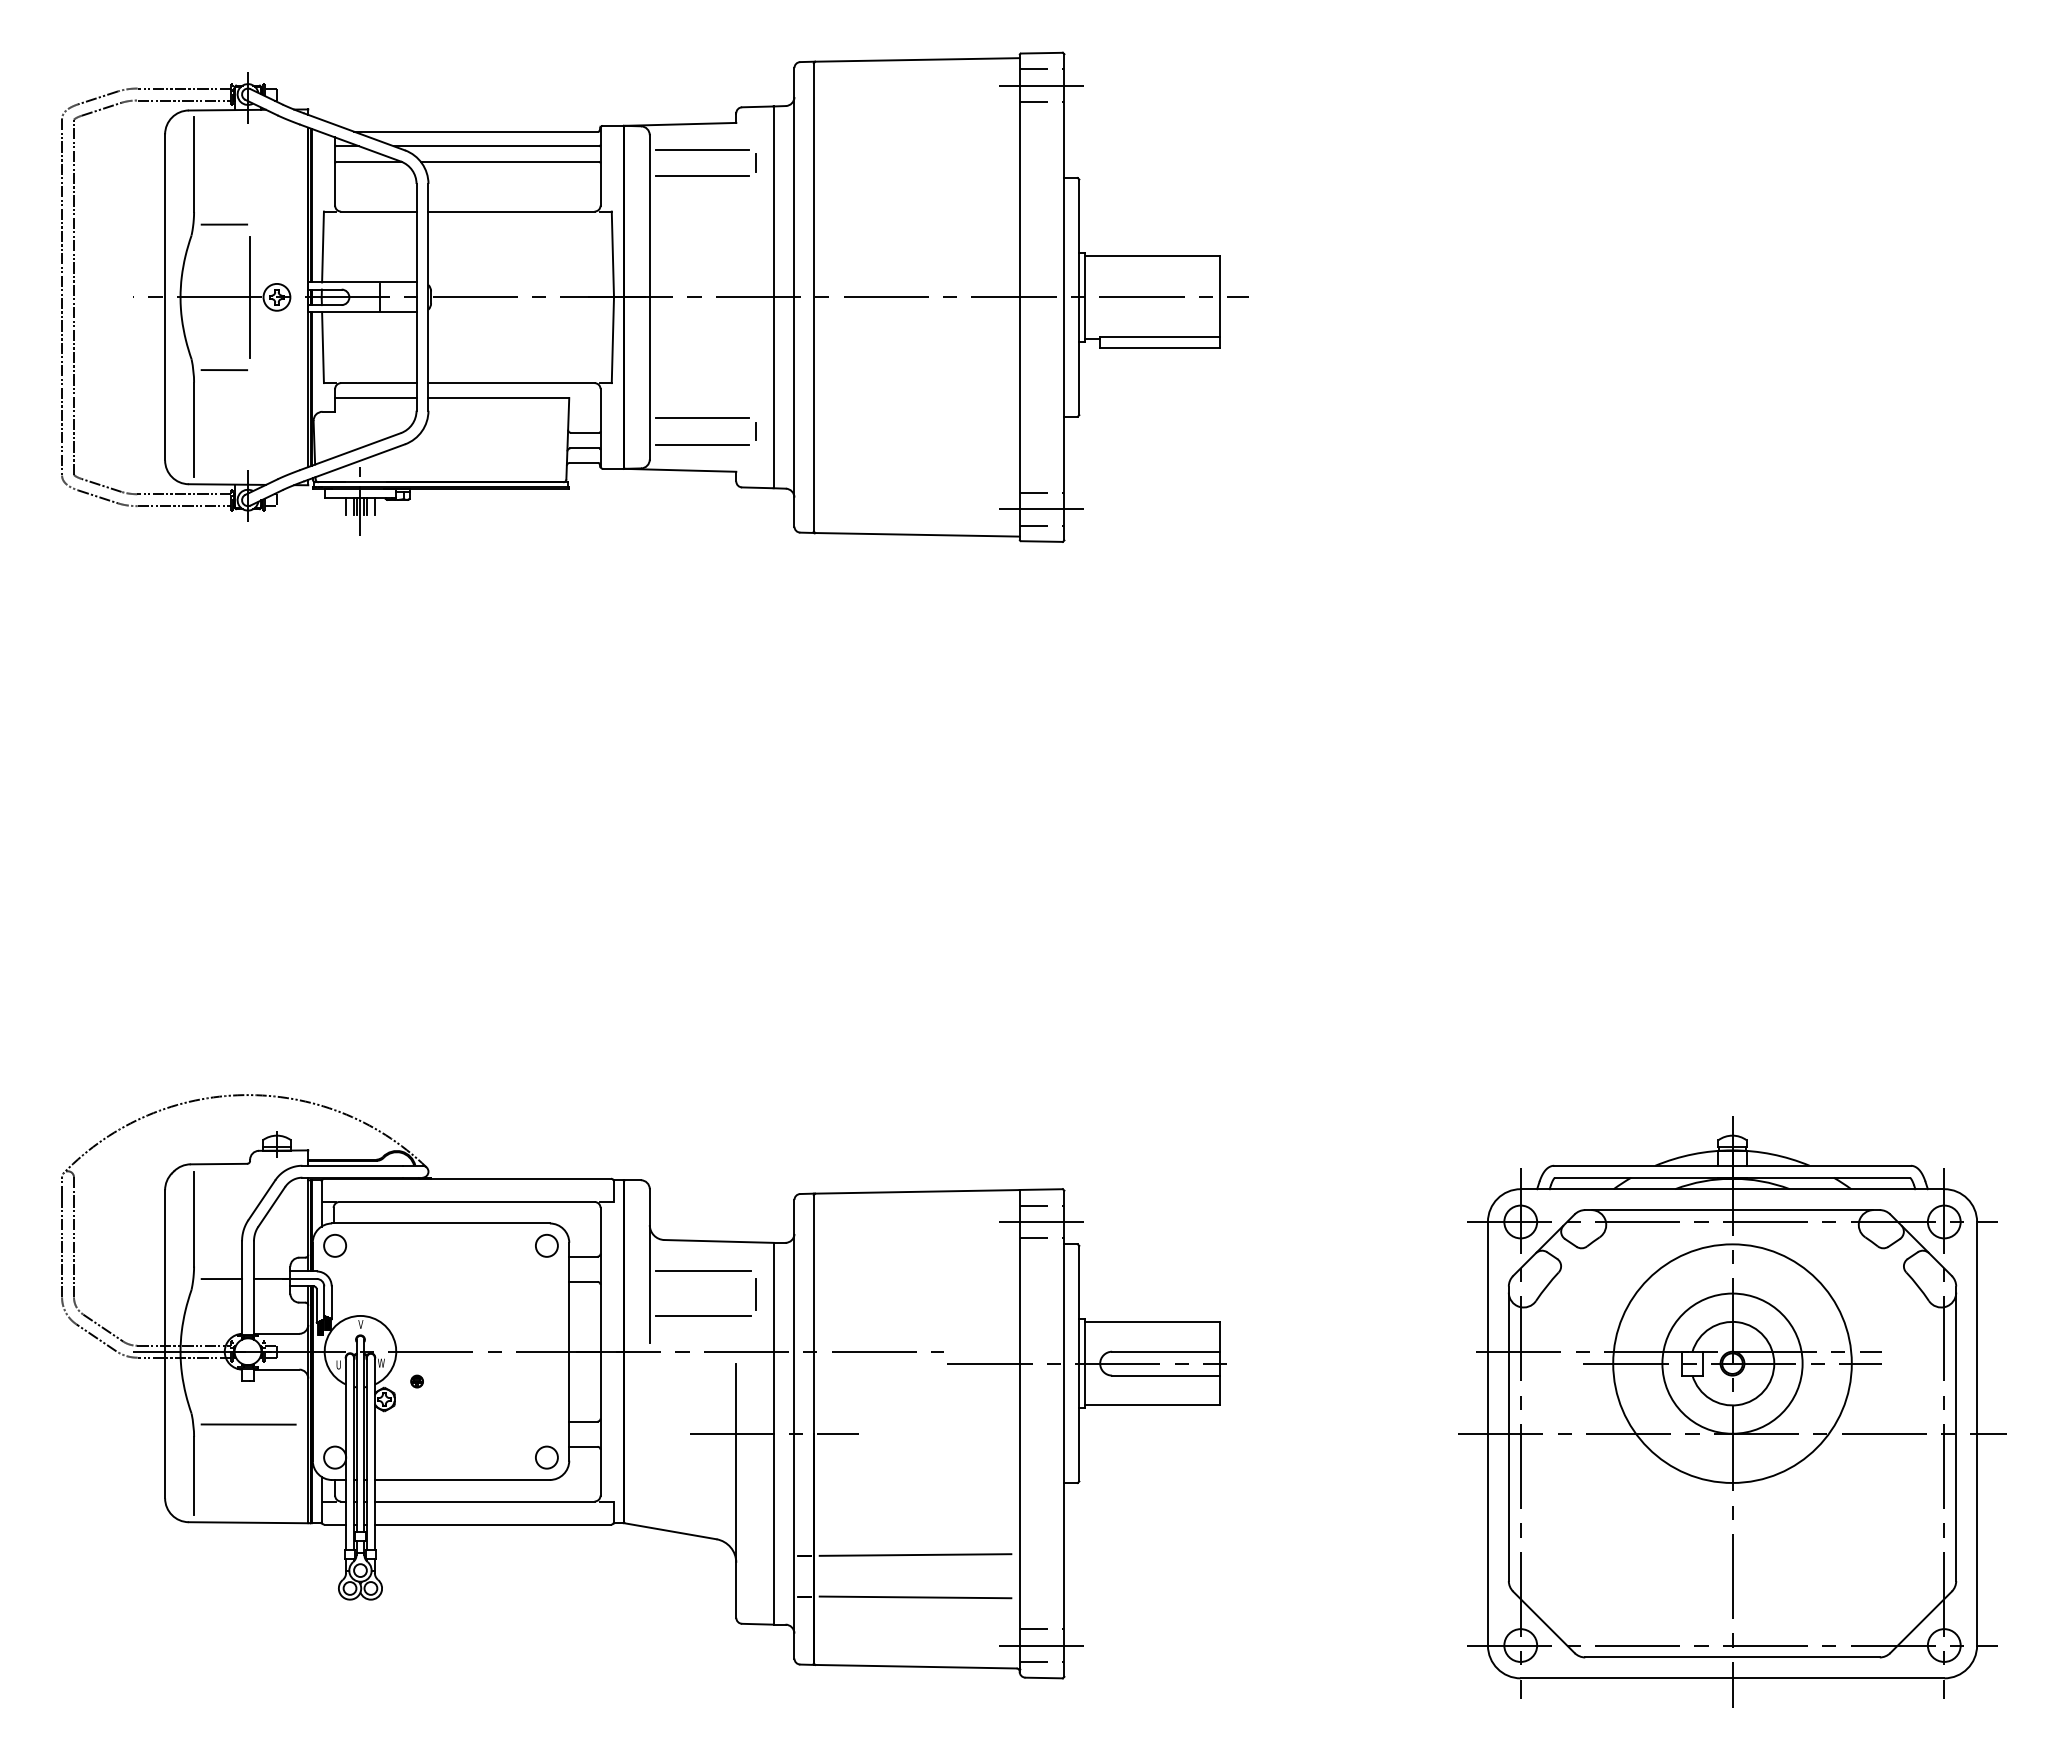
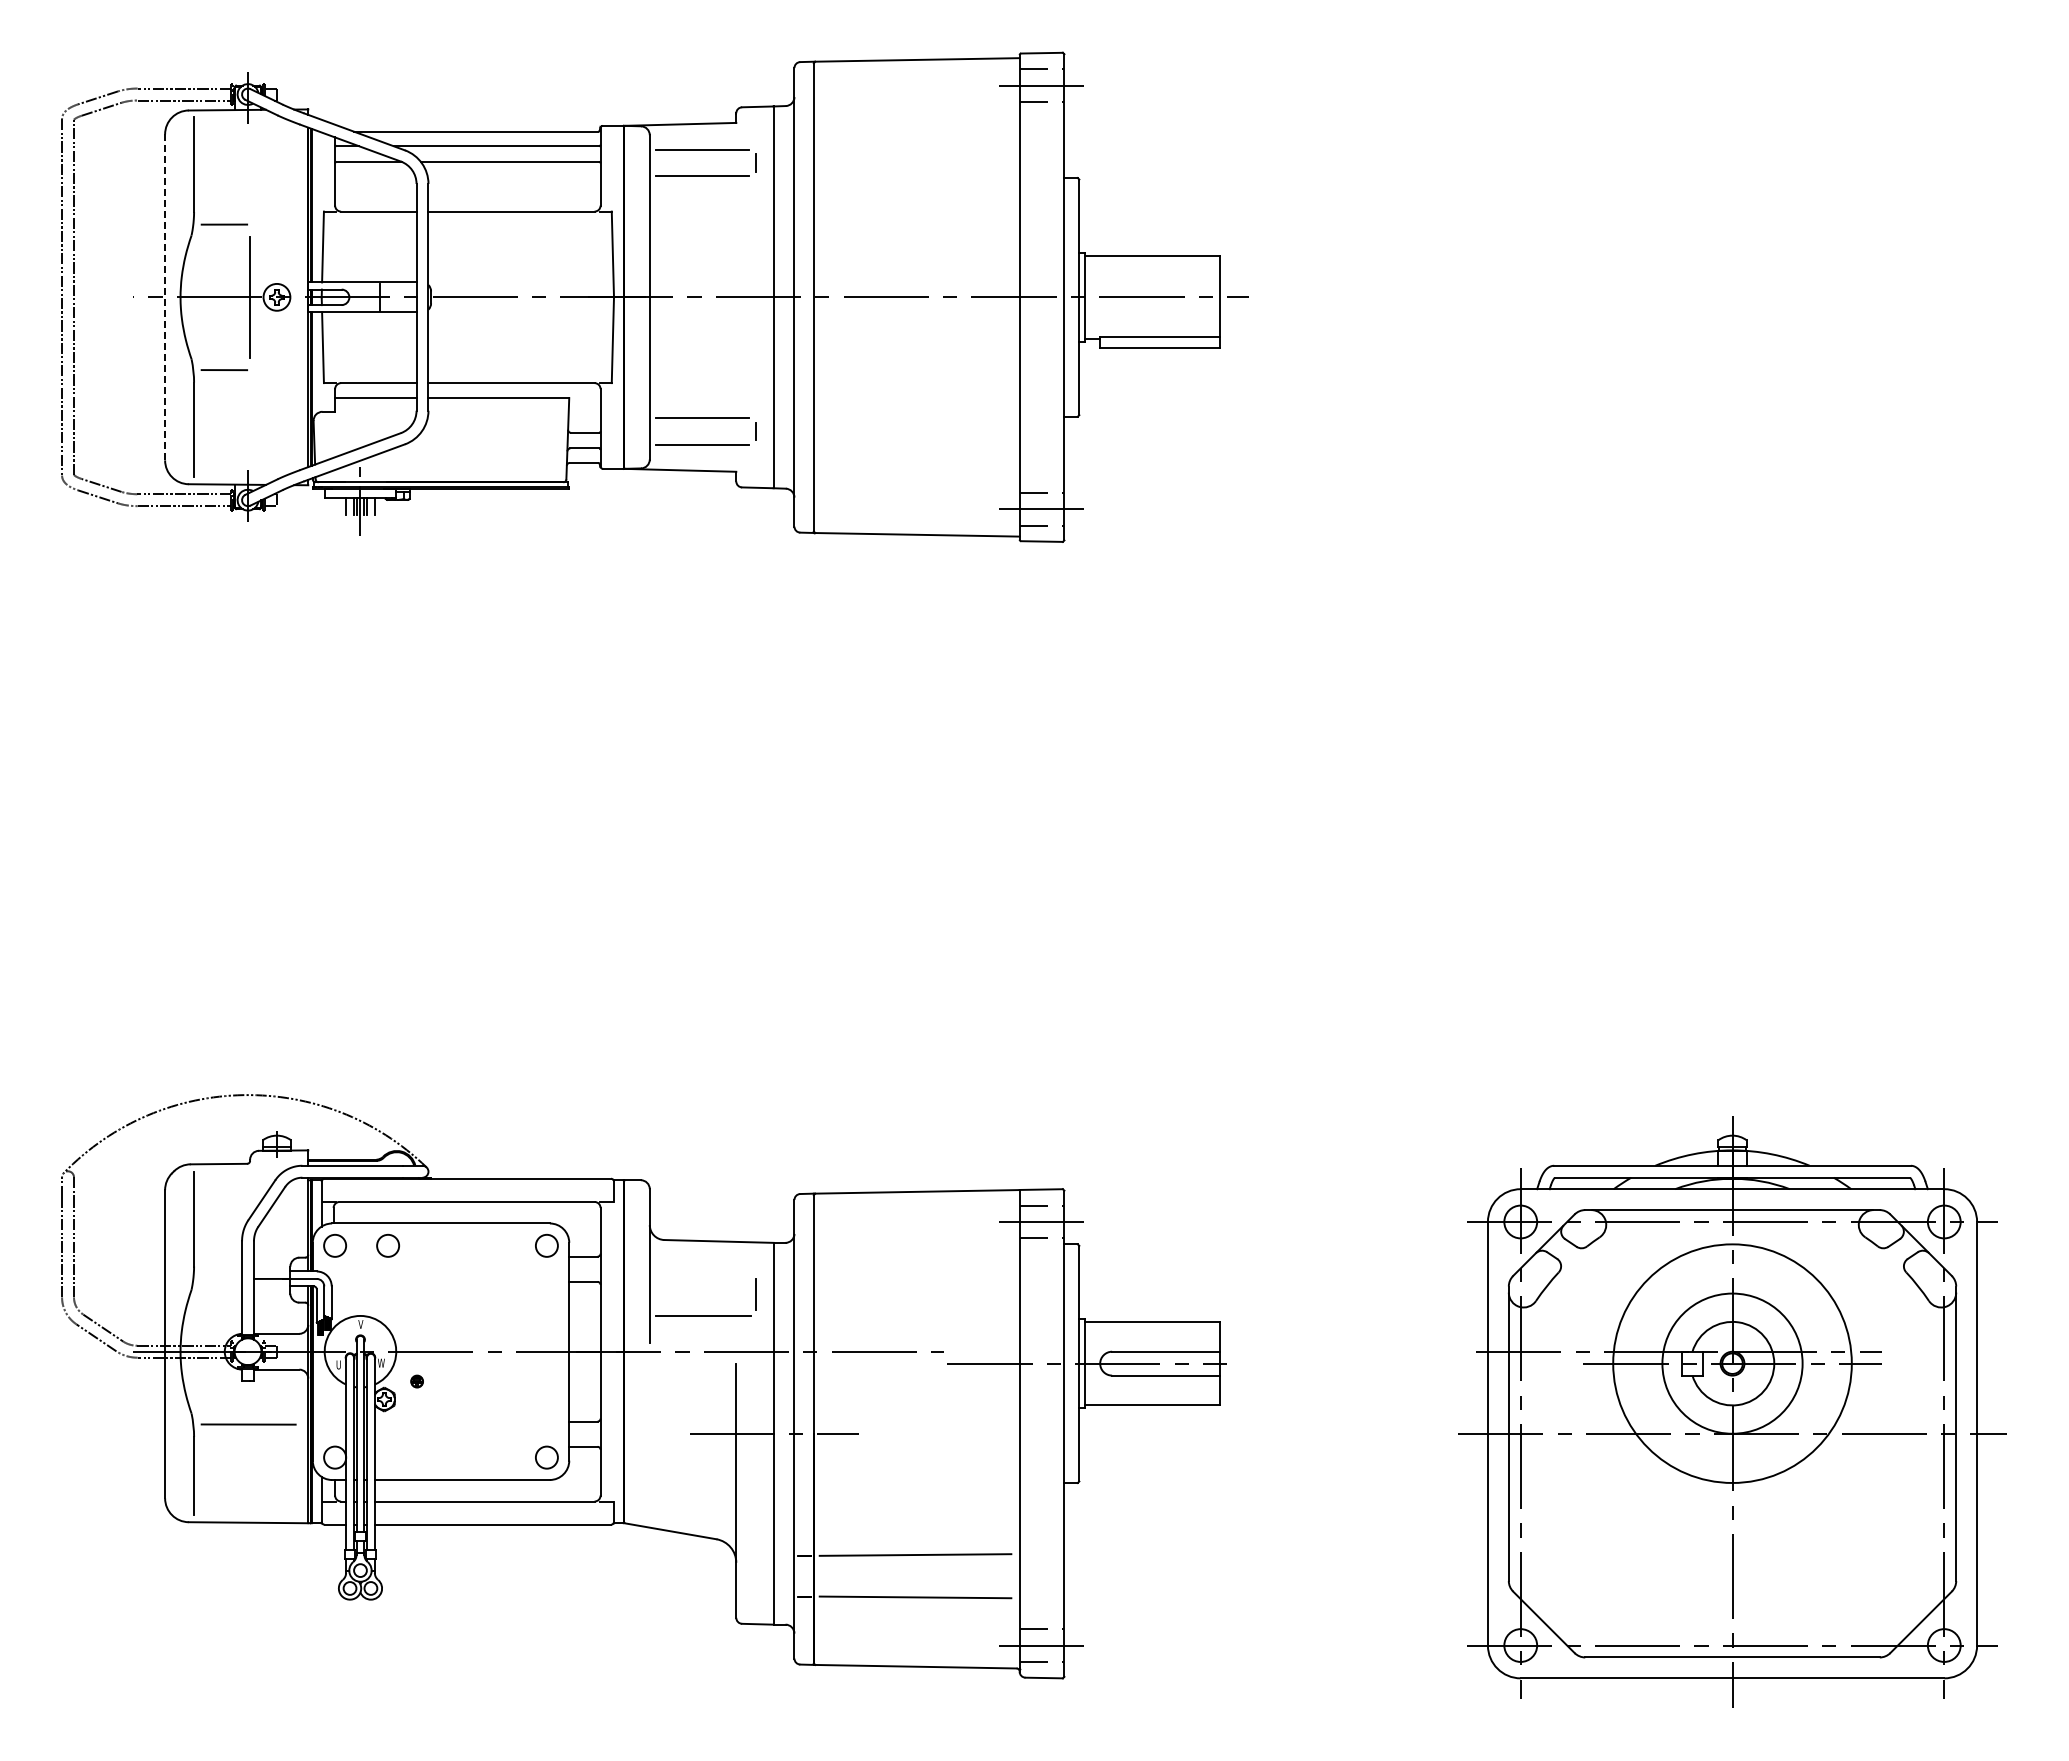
line at (165, 296): solid -> dashed
circle at (387, 1245): none -> present
line at (703, 1271): present -> none
line at (221, 1279): present -> none
